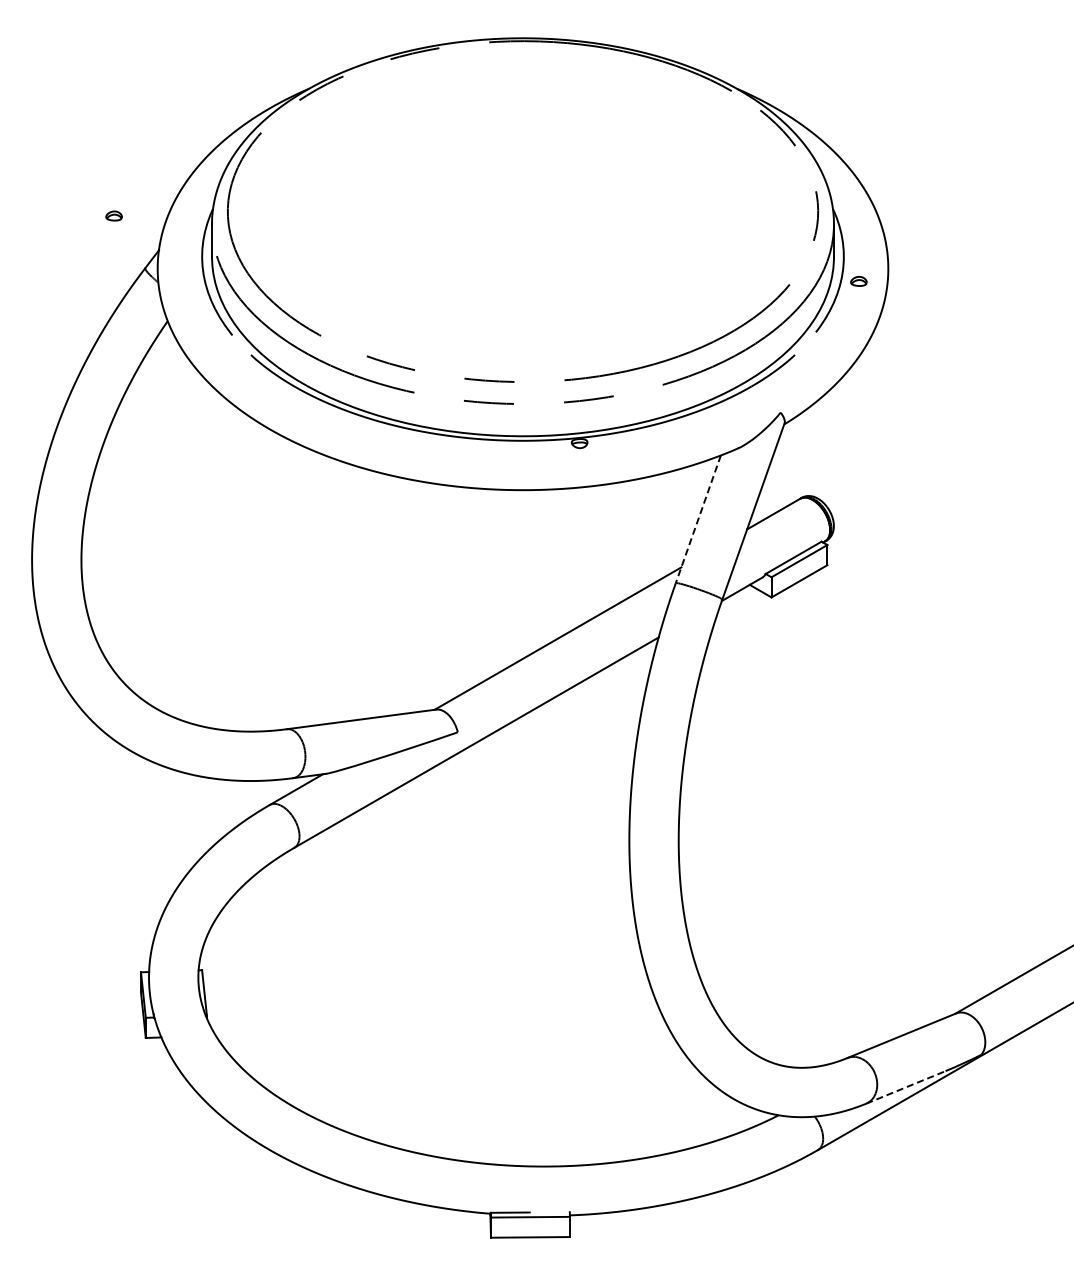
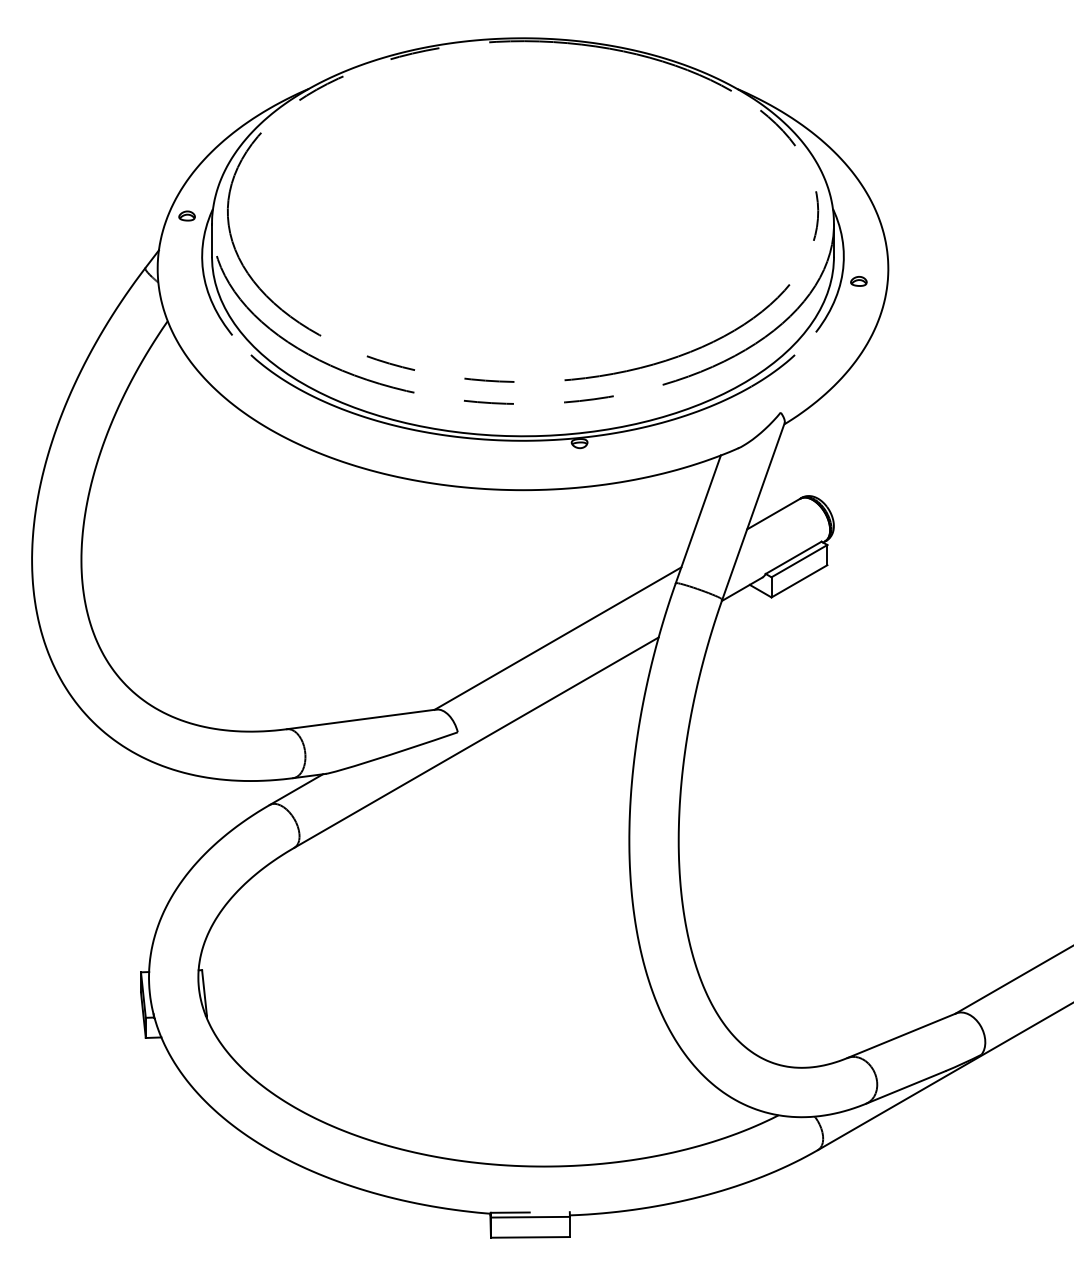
part at (113, 215) position: (113, 215) -> (186, 215)
line at (698, 519): dashed -> solid
line at (905, 1087): dashed -> solid
